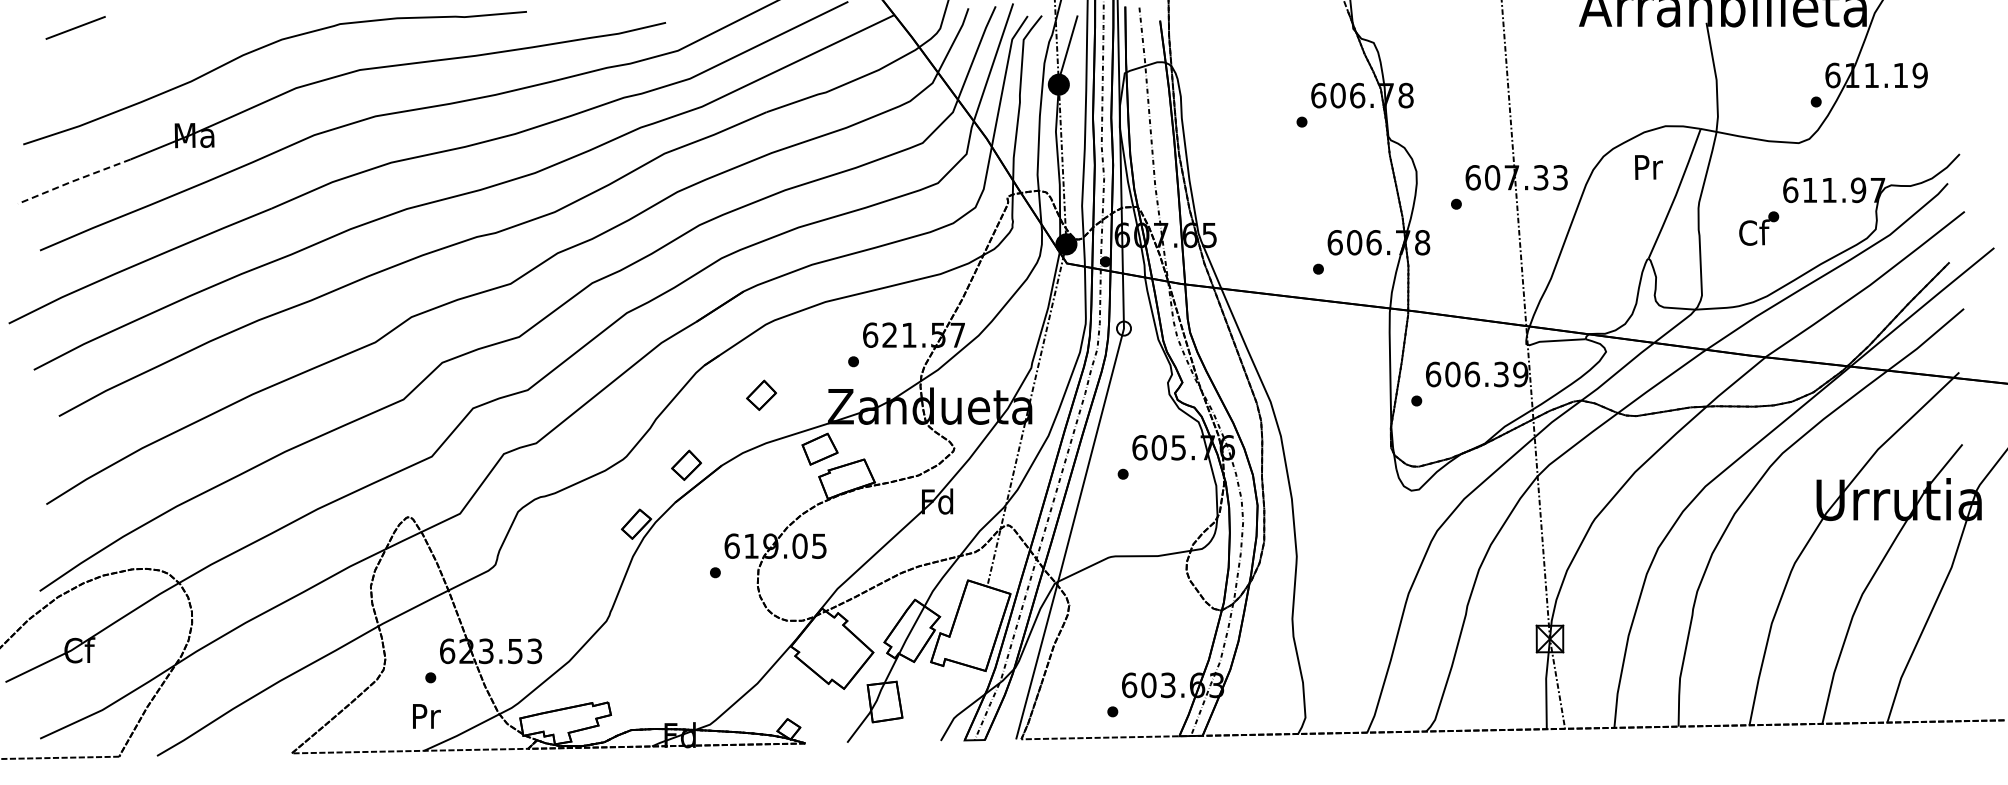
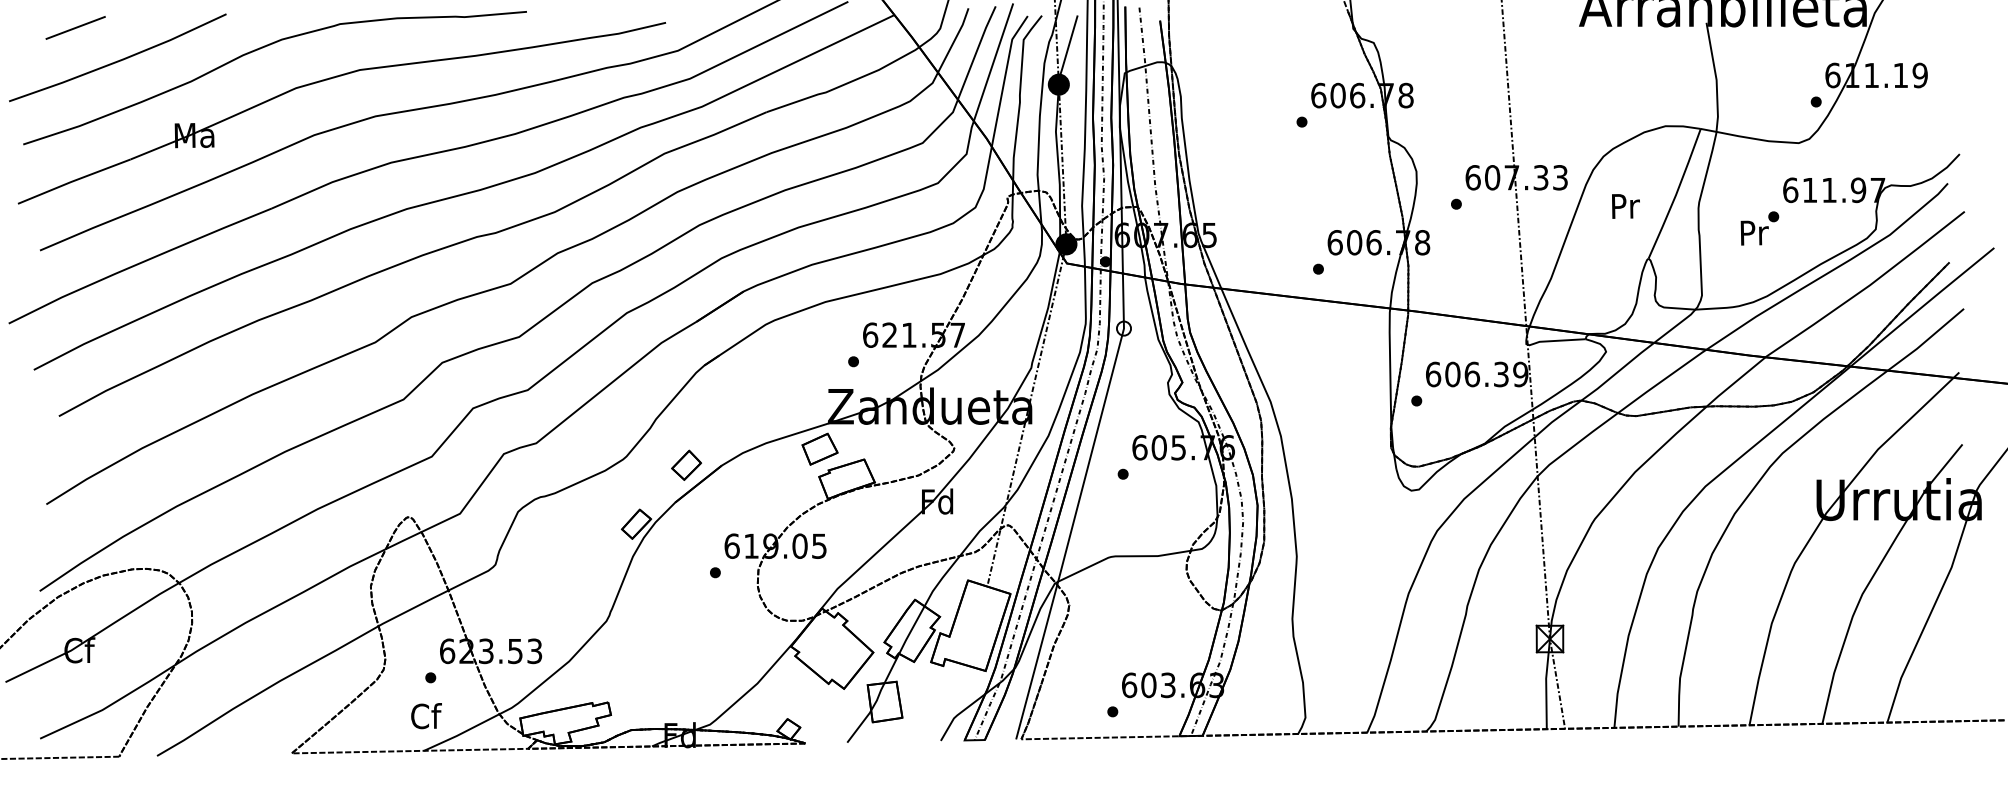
line at (119, 59): none -> present
text at (1648, 167) position: (1648, 167) -> (1625, 206)
line at (72, 181): dashed -> solid
text at (1754, 232): Cf -> Pr
part at (761, 394): present -> none
text at (426, 716): Pr -> Cf
